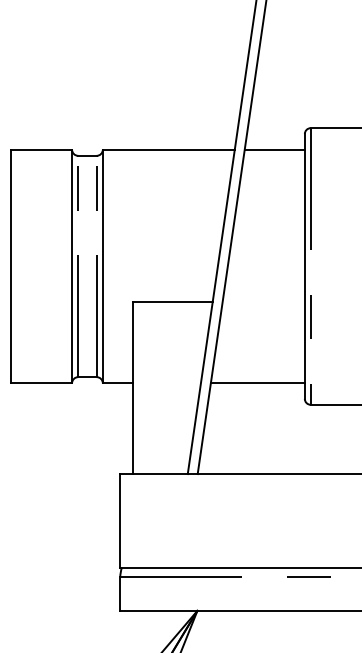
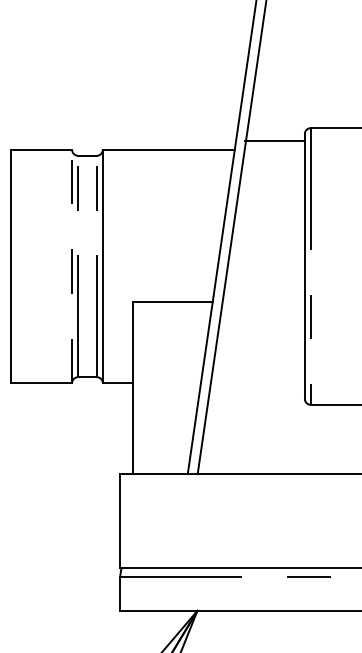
line at (274, 149) position: (274, 149) -> (274, 140)
line at (72, 266): solid -> dashed
line at (257, 383): present -> none
